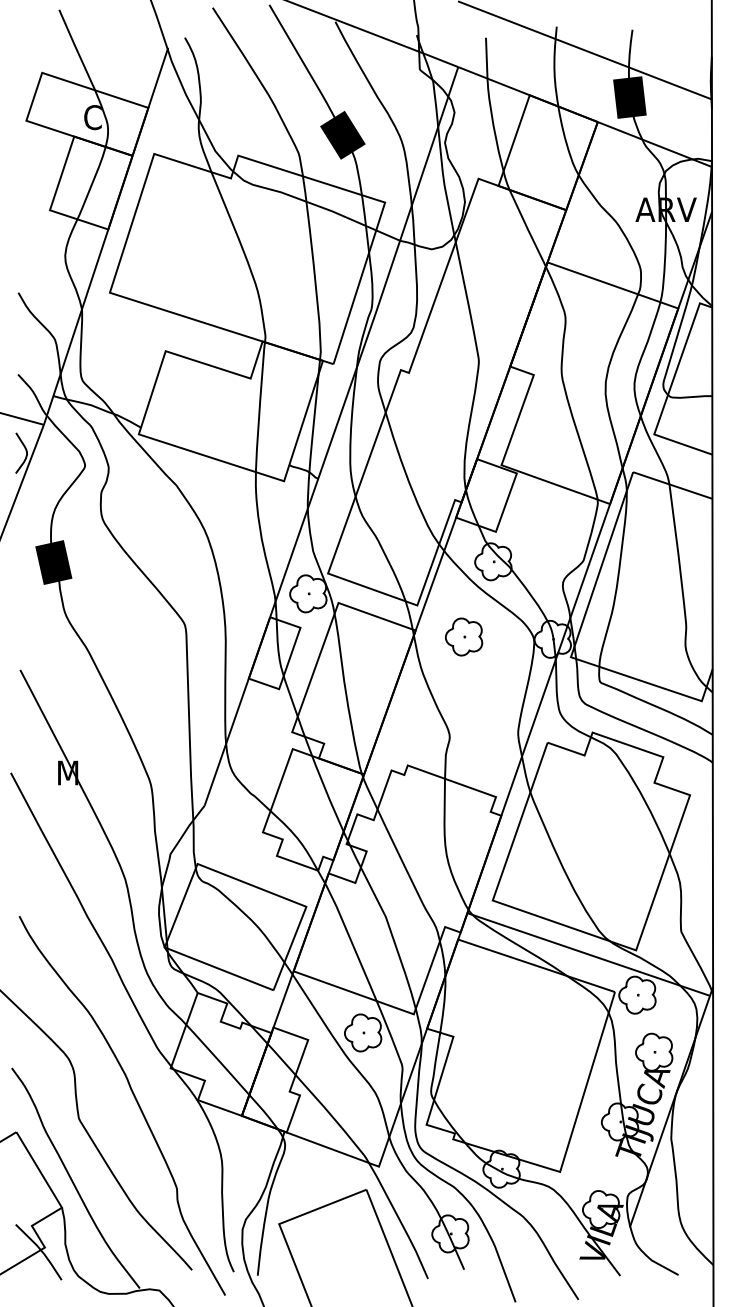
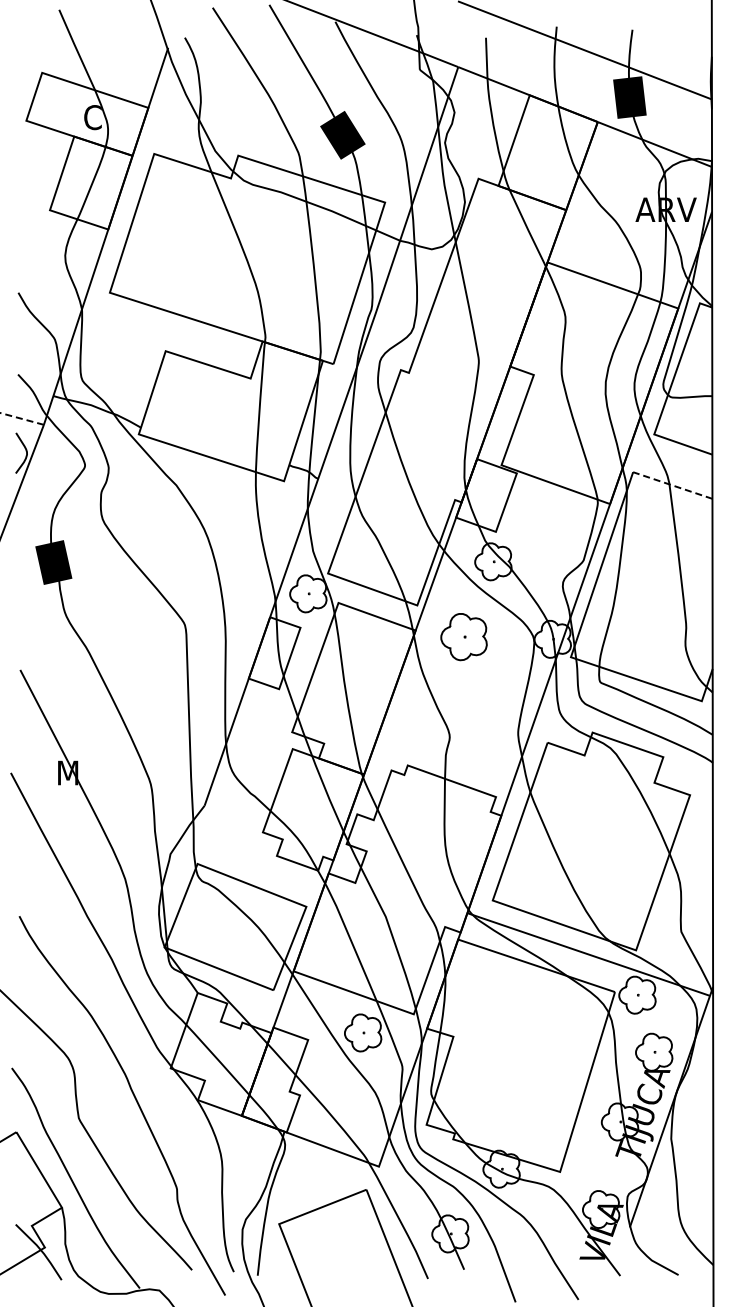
line at (21, 418): solid -> dashed
line at (672, 485): solid -> dashed
part at (463, 636) size: 40x40 px -> 48x49 px
